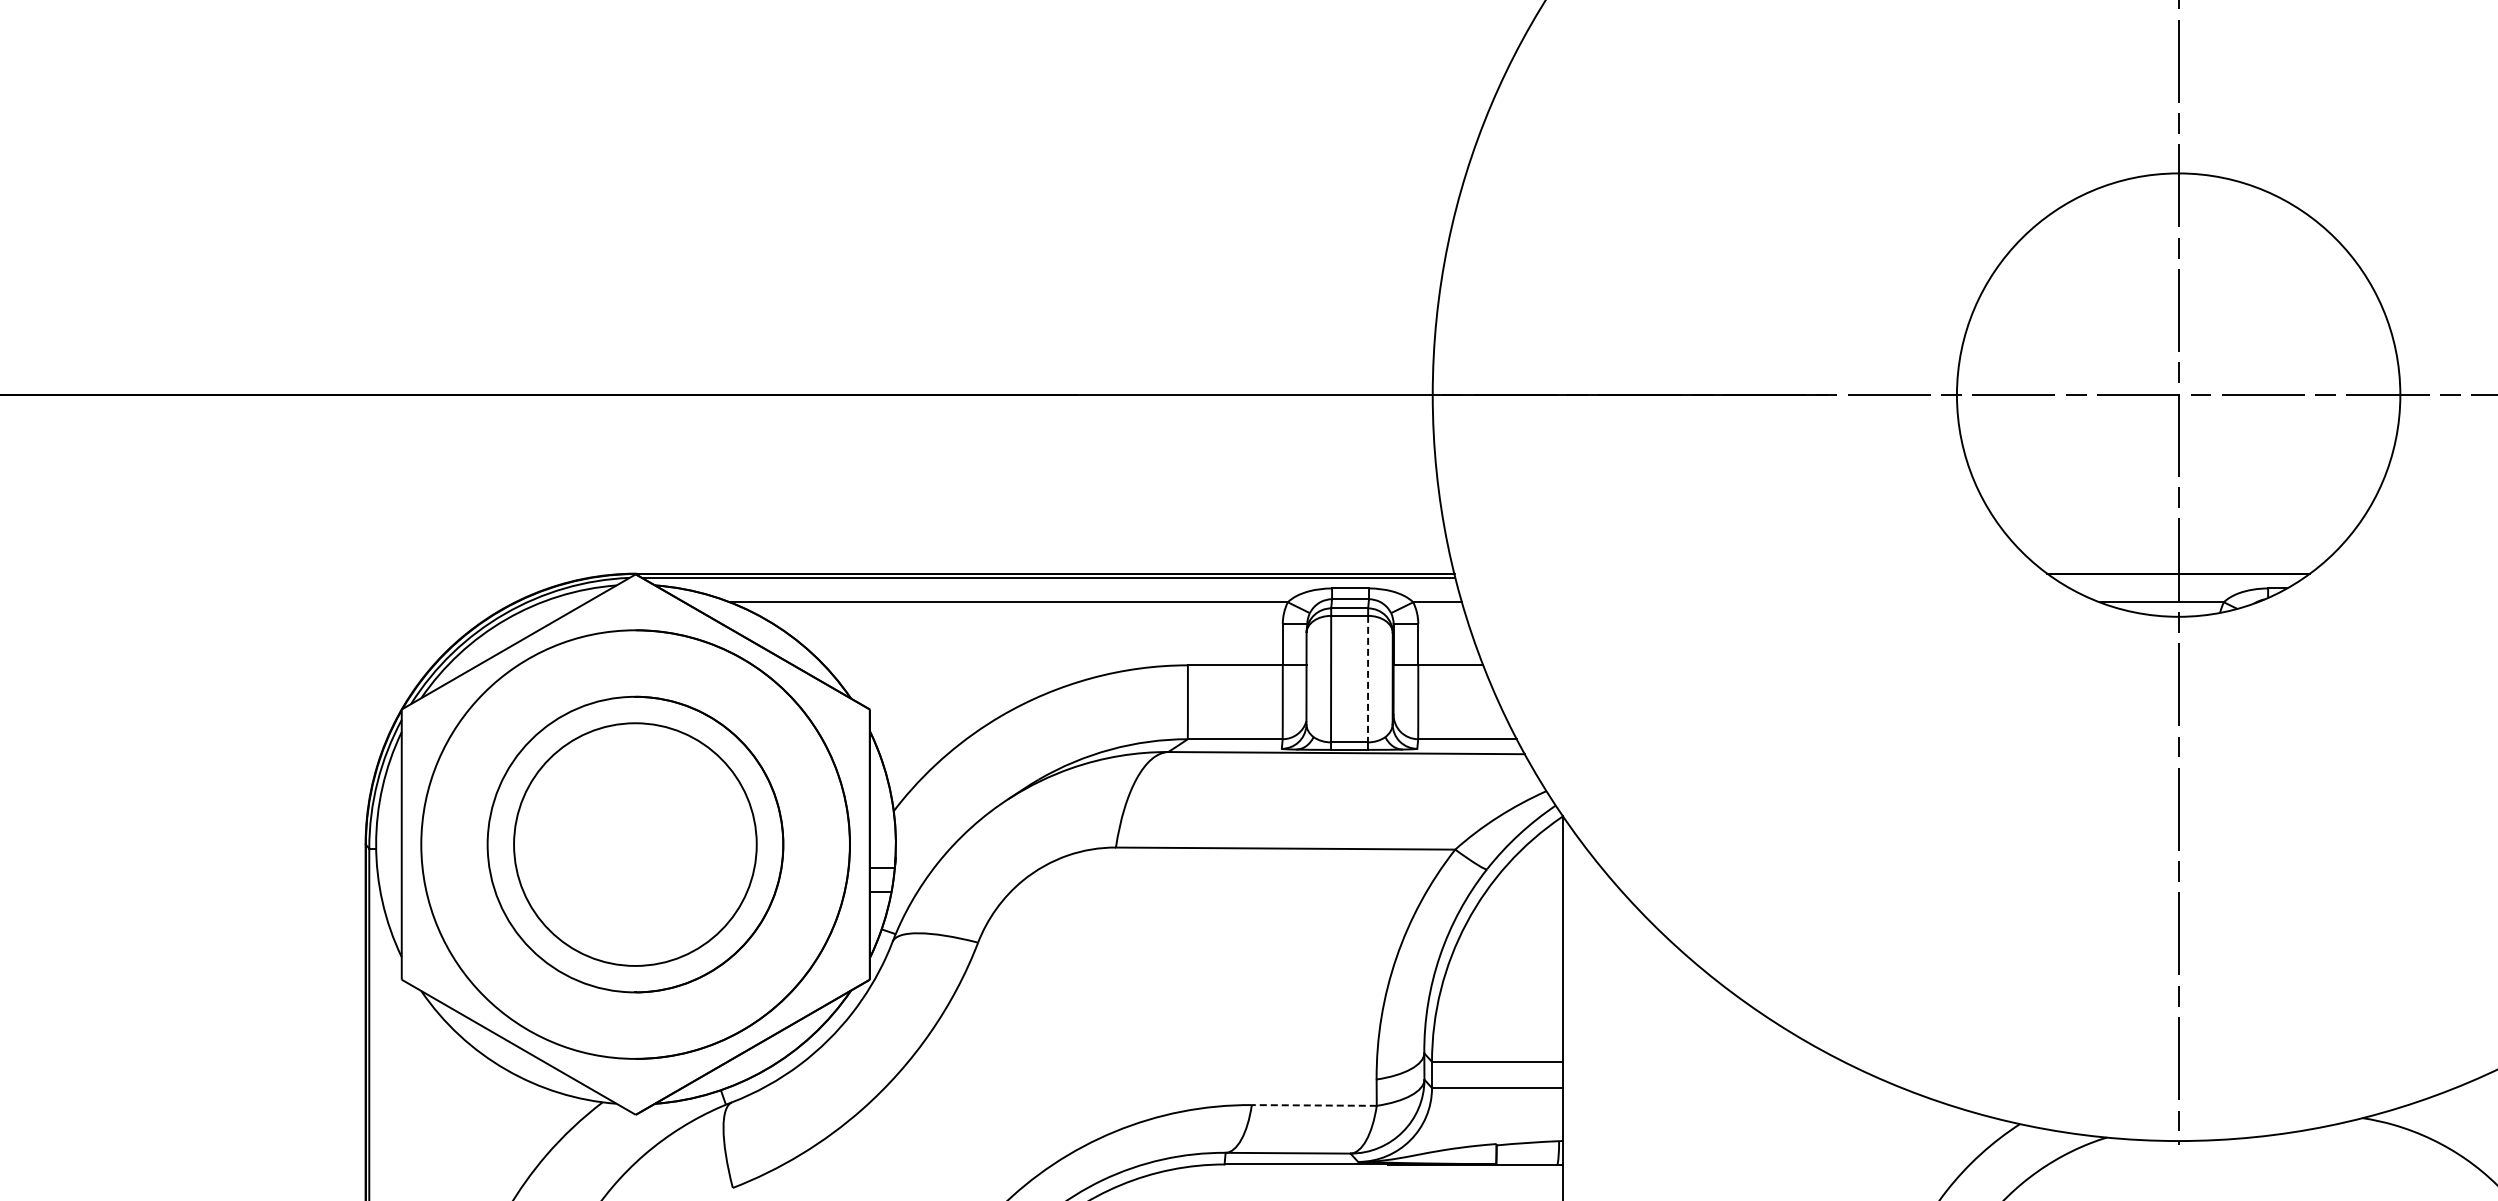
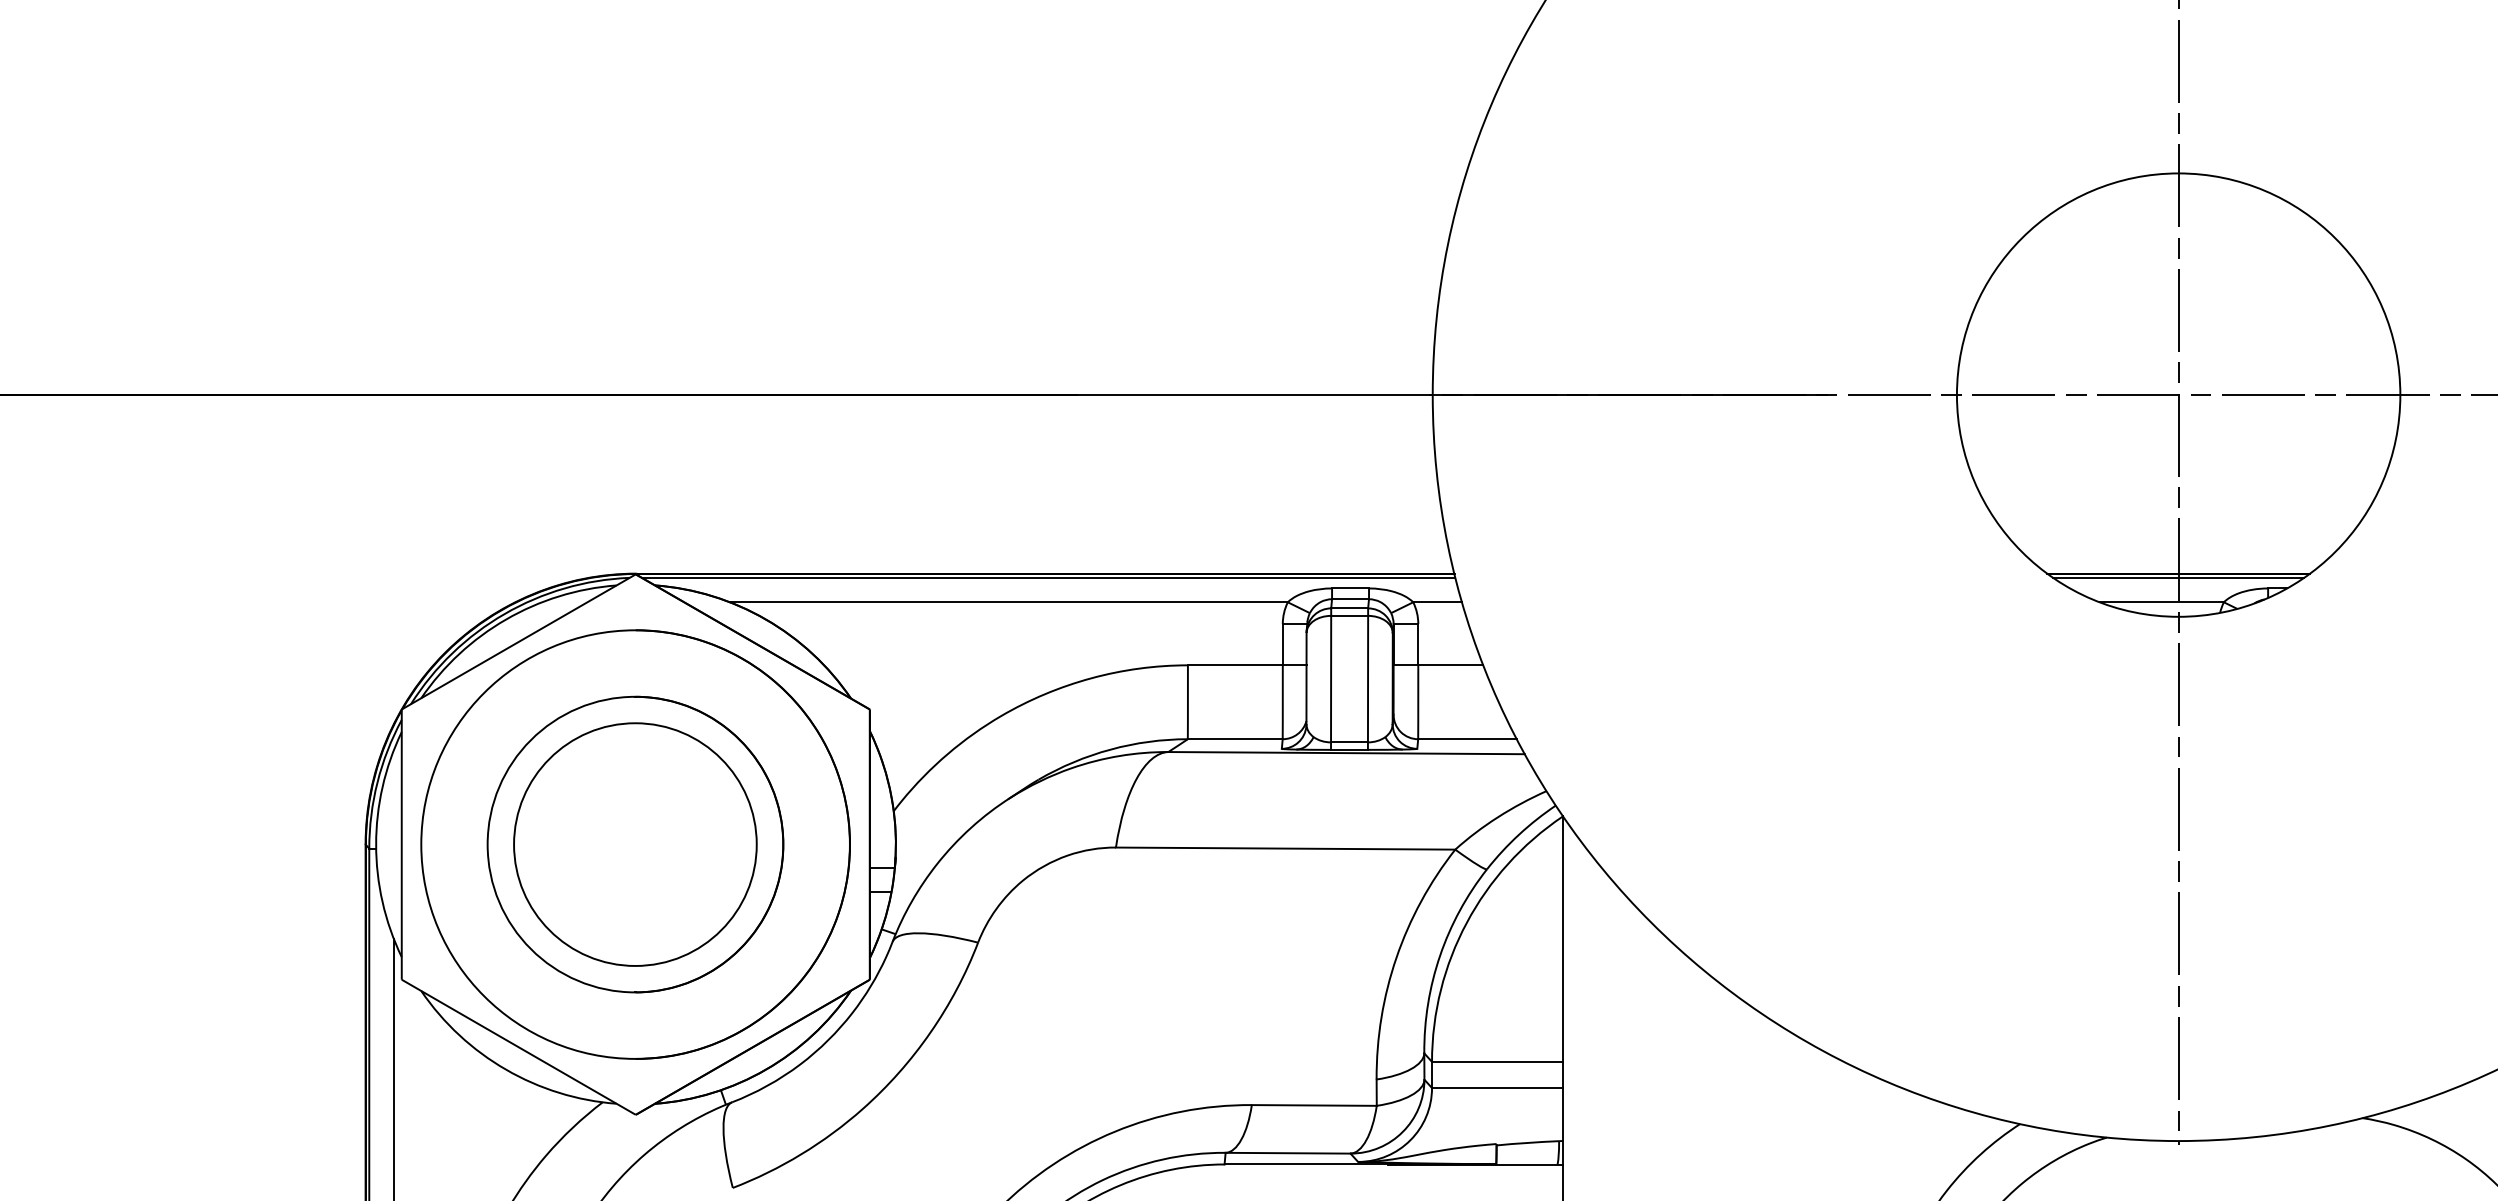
line at (2178, 577): none -> present
line at (1368, 679): dashed -> solid
line at (393, 1068): none -> present
line at (1313, 1105): dashed -> solid
